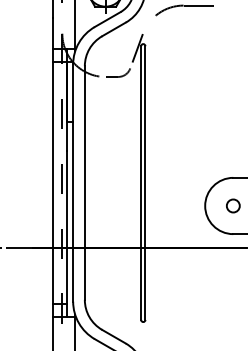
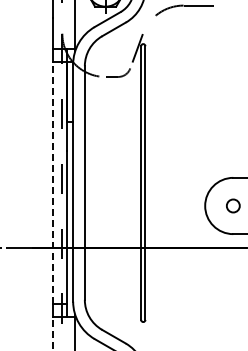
line at (52, 182): solid -> dashed
line at (52, 333): solid -> dashed
